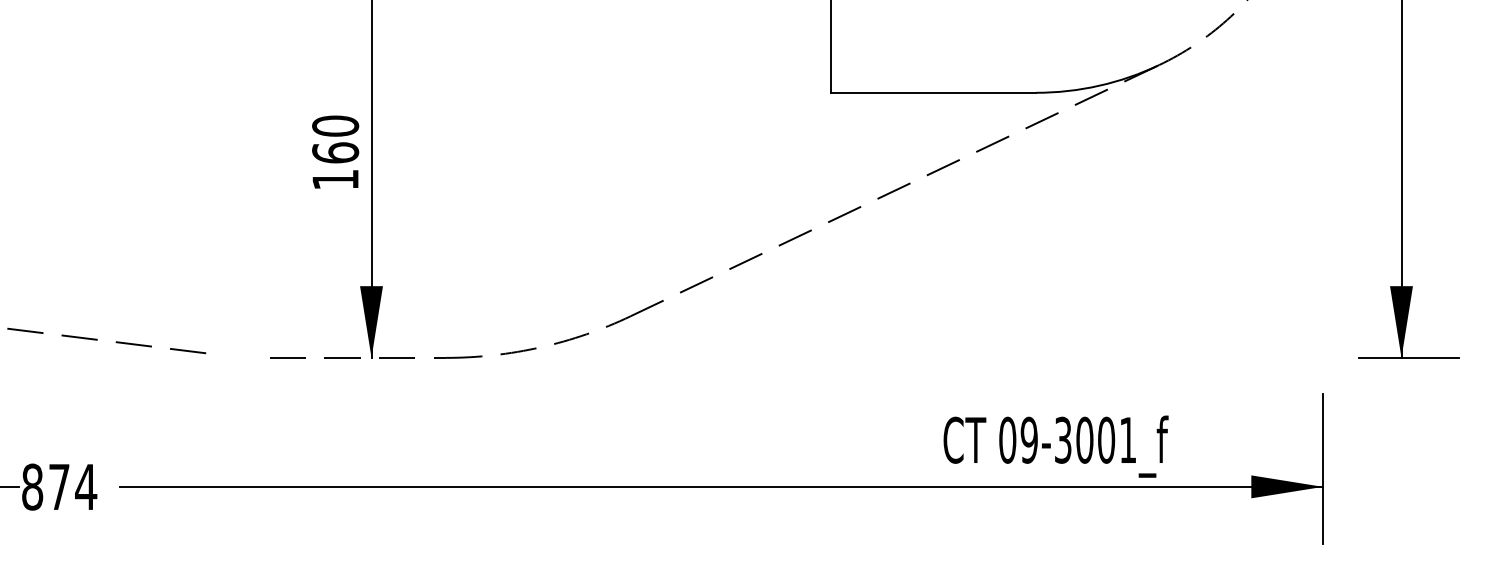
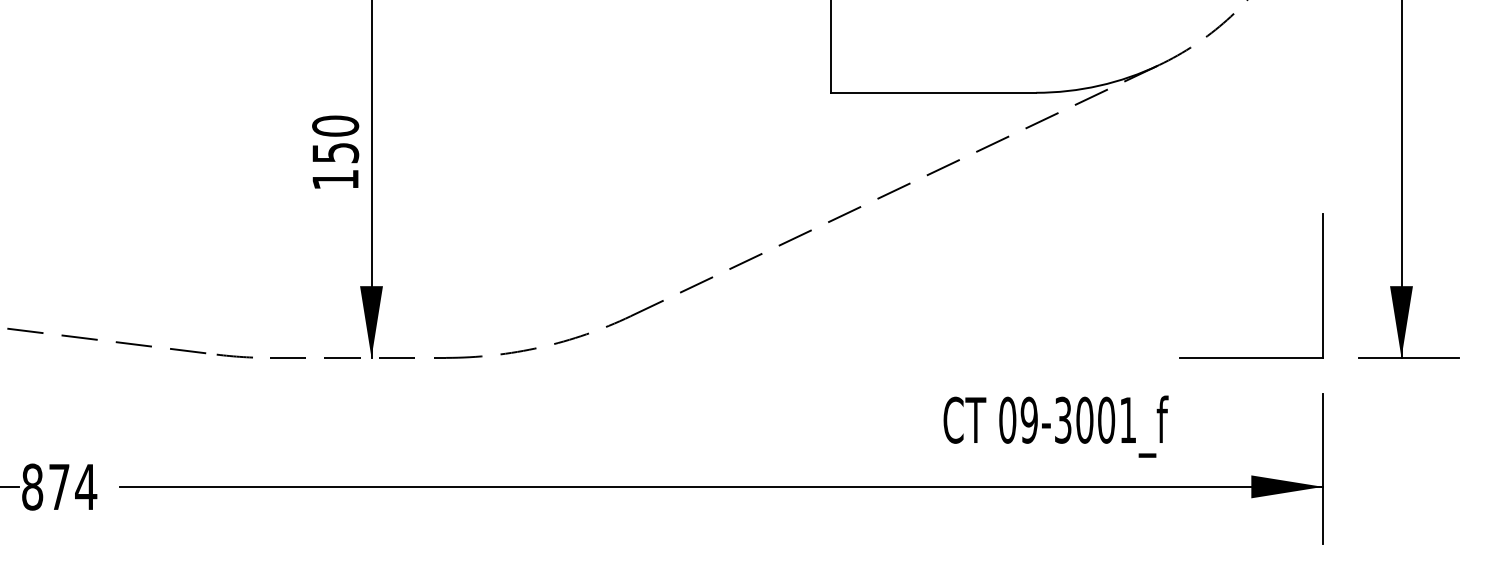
text at (335, 152): 160 -> 150
part at (1322, 285): none -> present
line at (234, 355): none -> present
text at (1055, 446) position: (1055, 446) -> (1055, 426)
